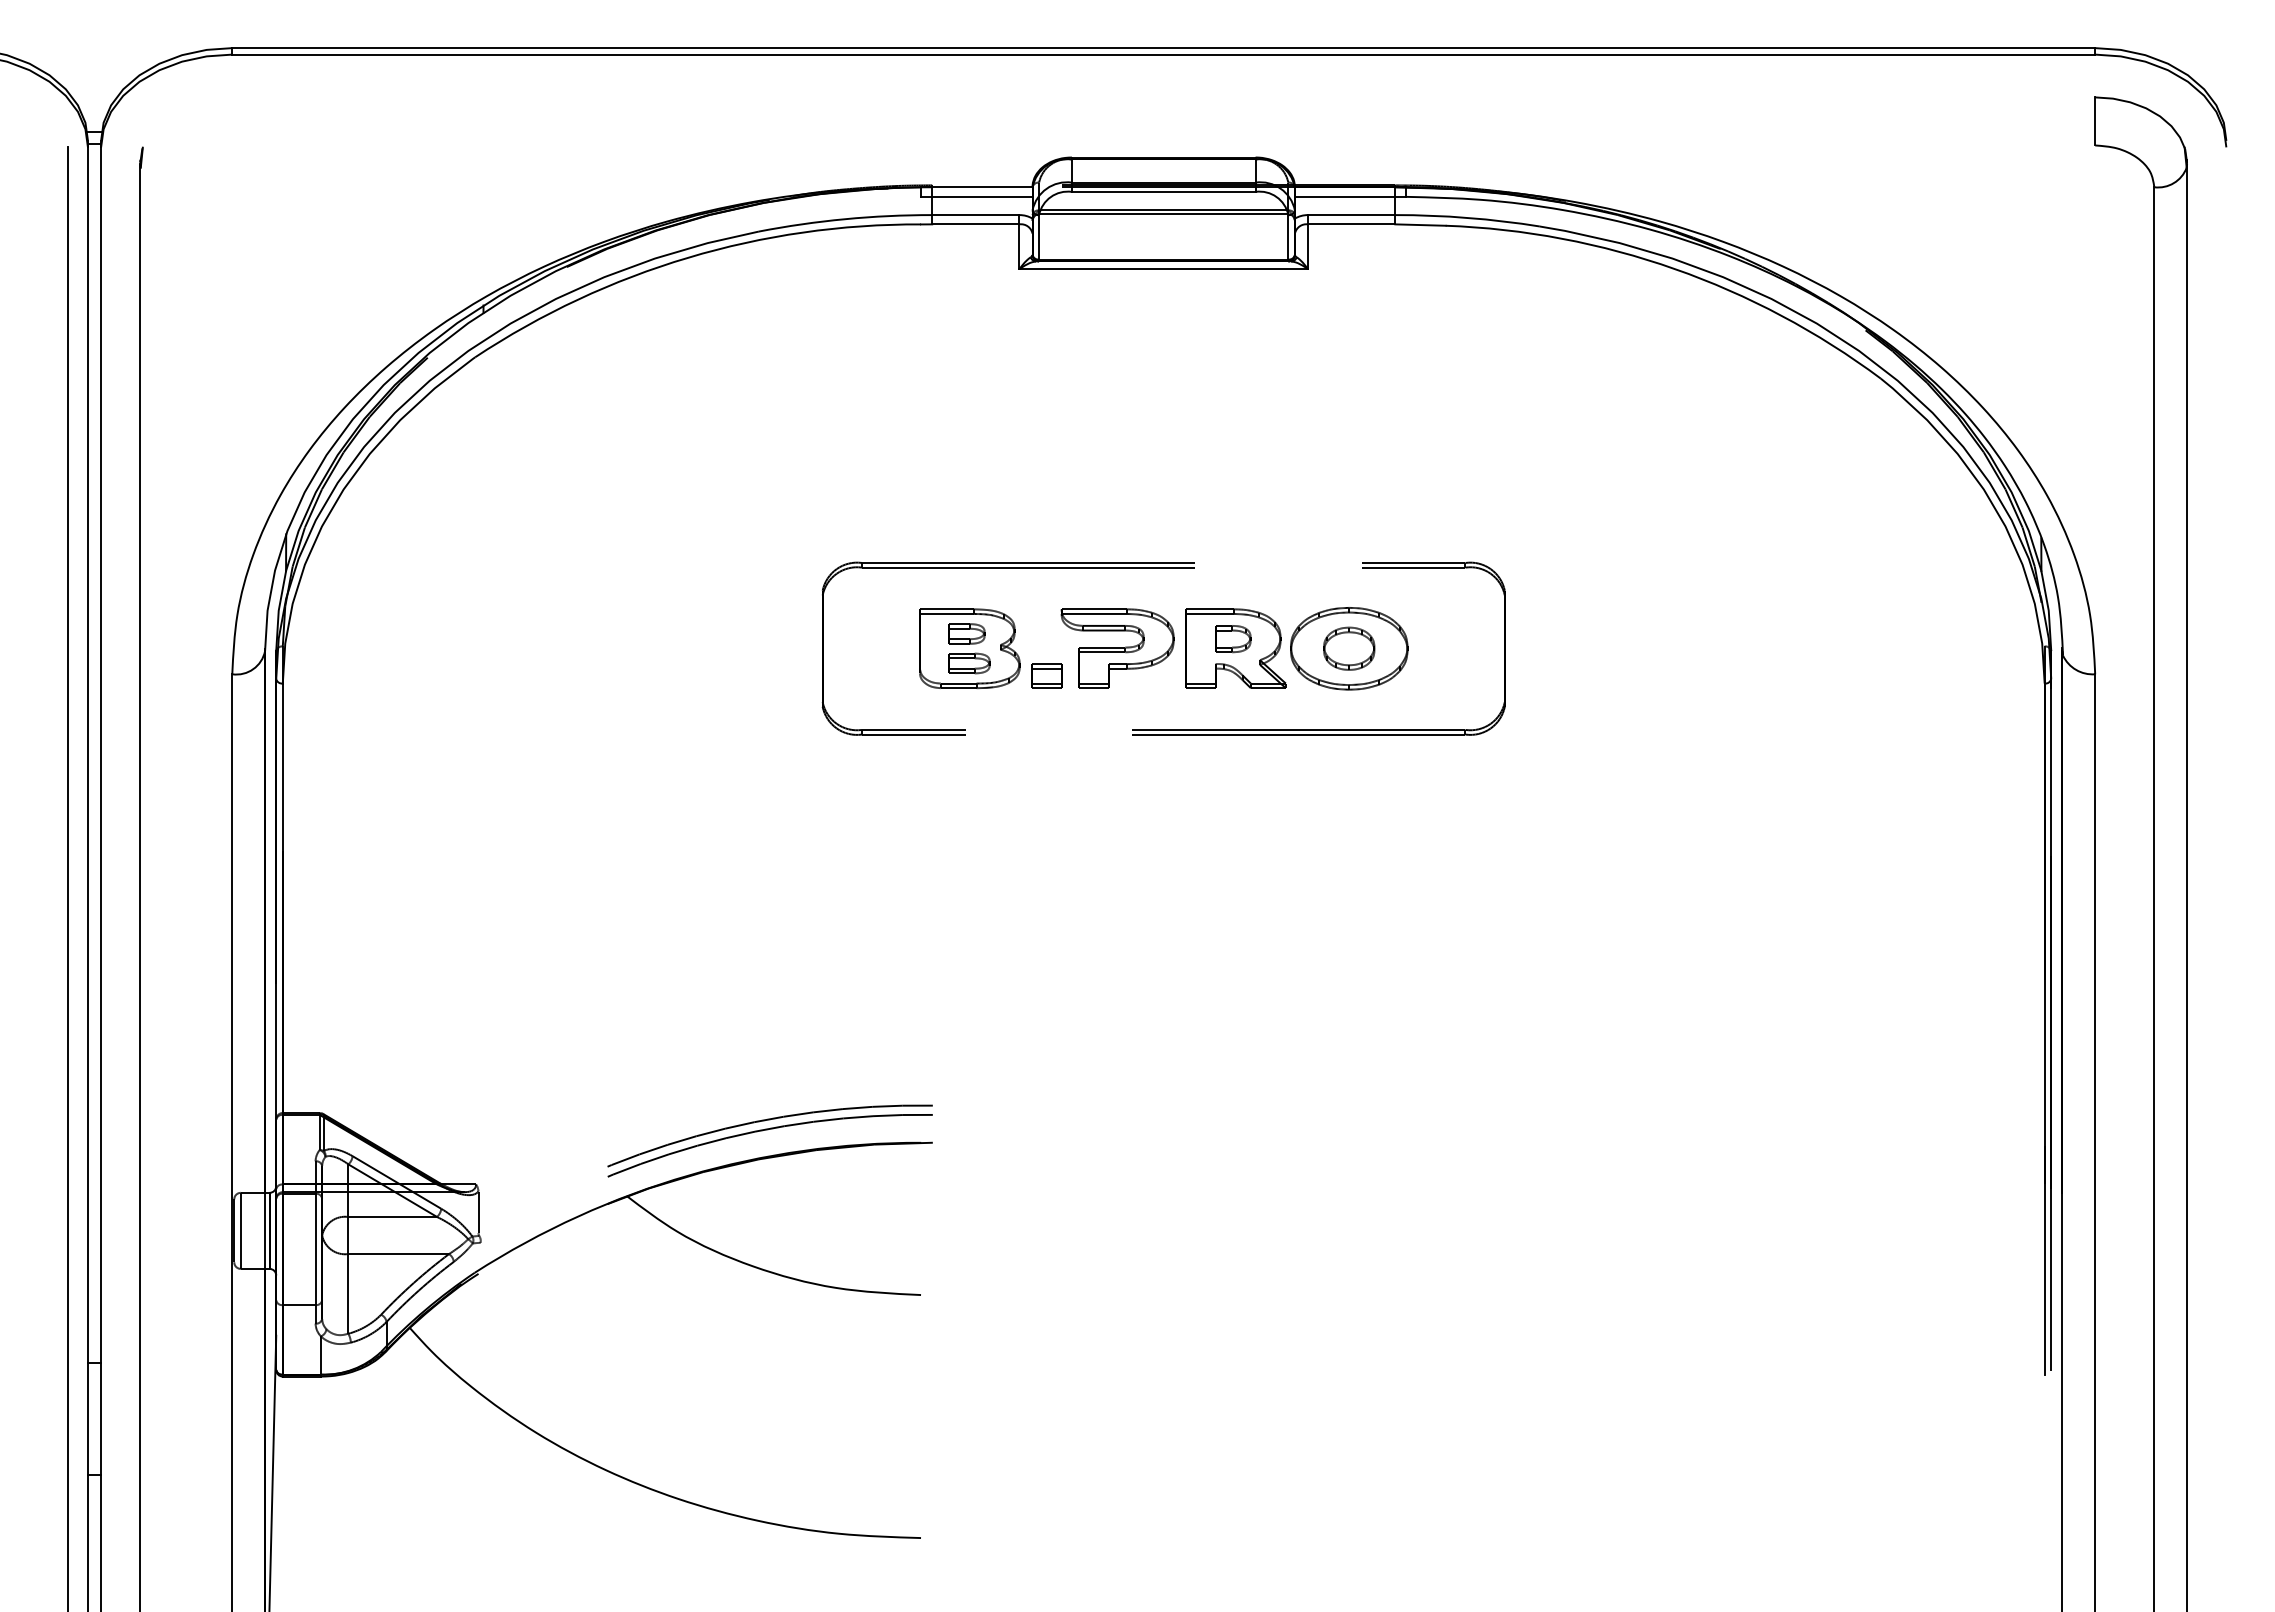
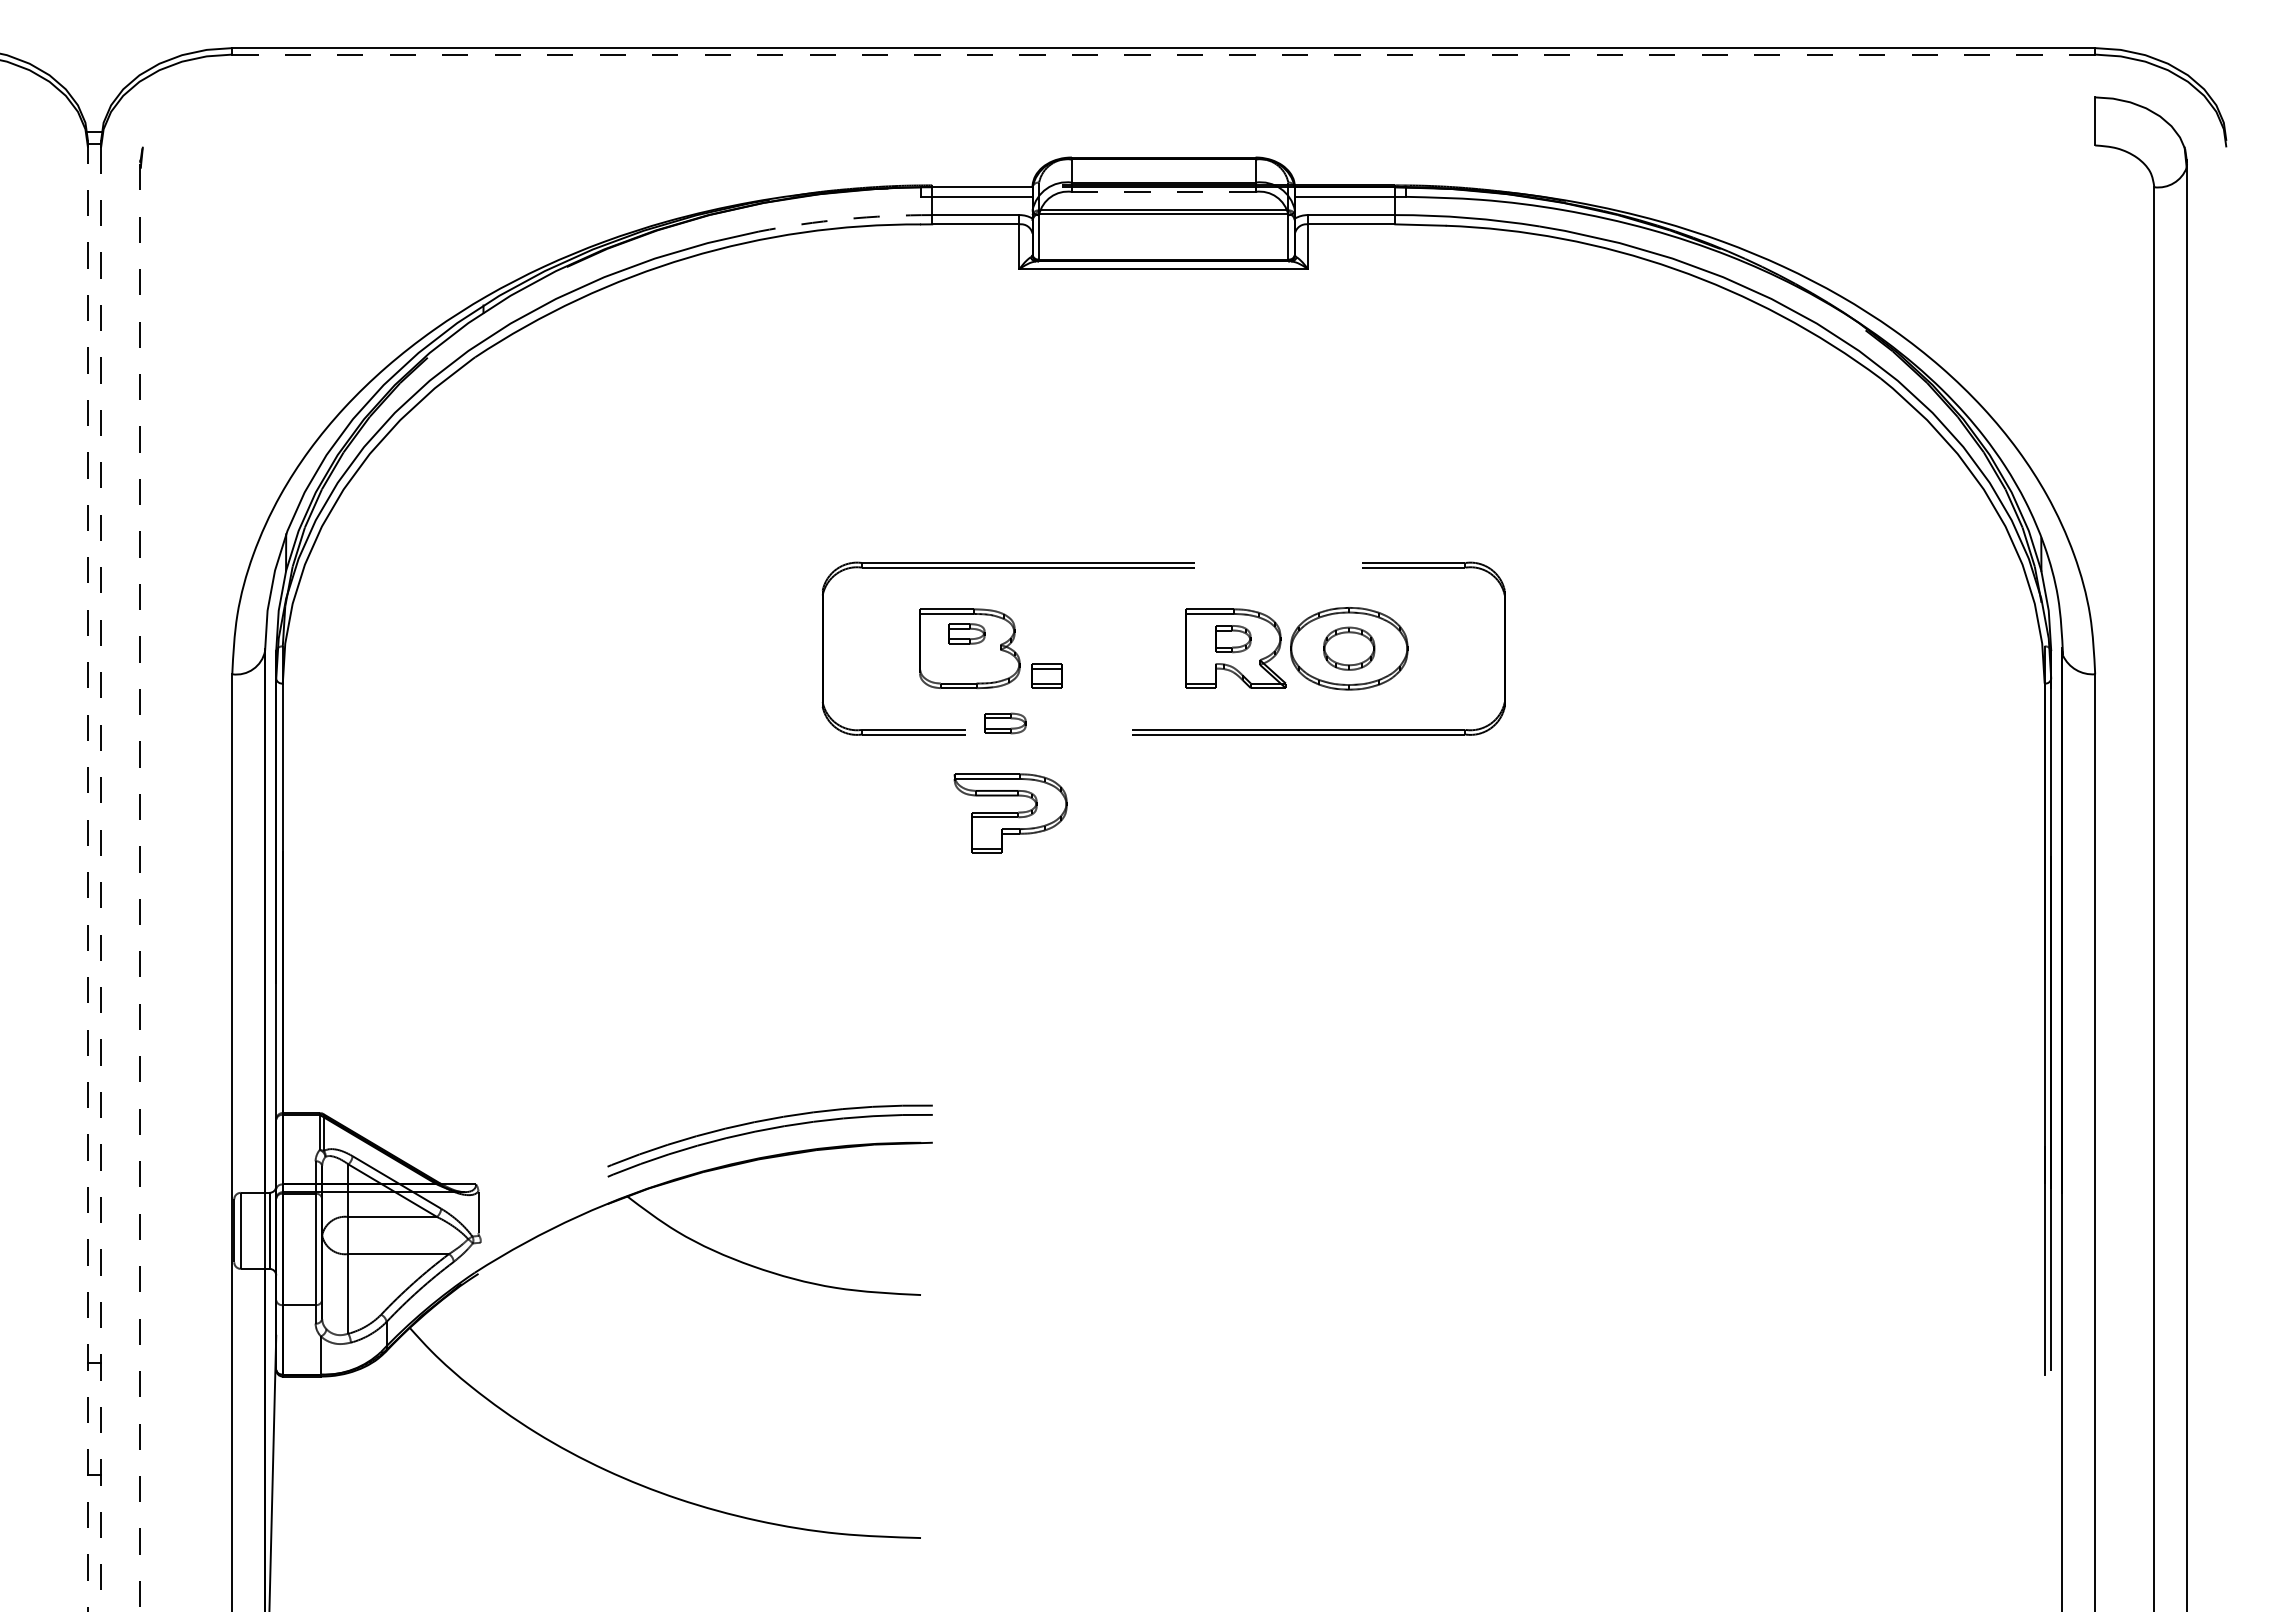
line at (1163, 54): solid -> dashed
line at (1163, 191): solid -> dashed
arc at (845, 219): solid -> dashed
part at (1117, 648) position: (1117, 648) -> (1010, 813)
part at (969, 663) position: (969, 663) -> (1005, 723)
line at (68, 877): present -> none
line at (87, 879): solid -> dashed
line at (101, 879): solid -> dashed
line at (140, 888): solid -> dashed
